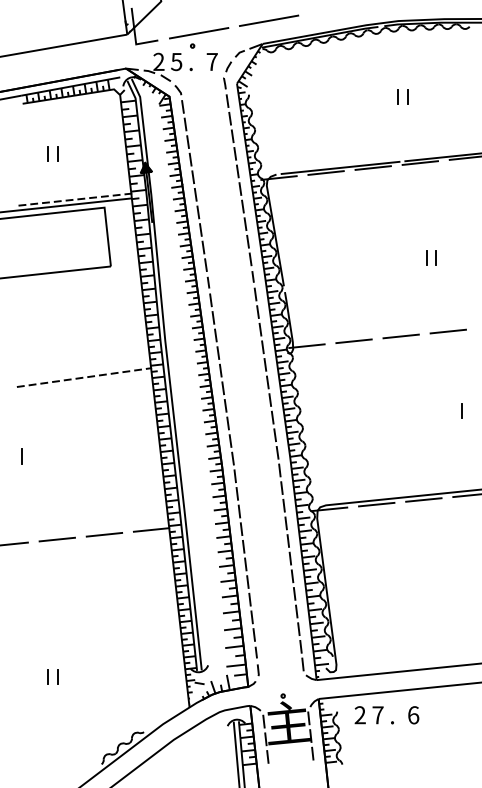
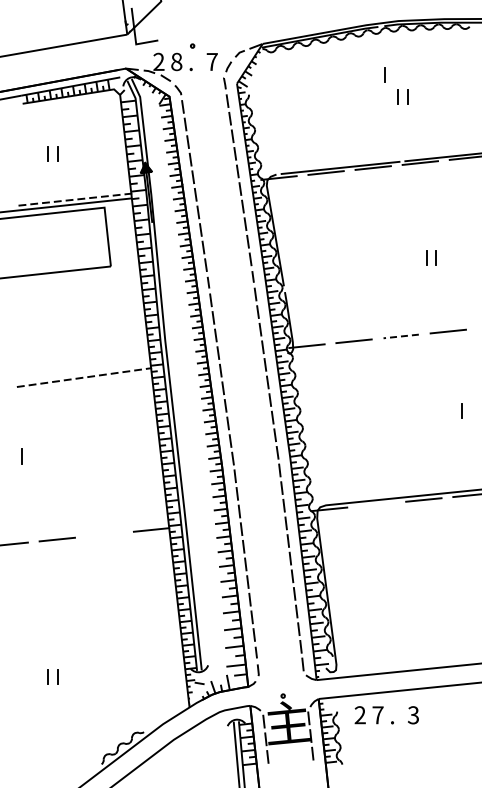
line at (268, 20): present -> none
line at (199, 33): present -> none
text at (176, 61): 5 -> 8
line at (384, 74): none -> present
line at (401, 336): solid -> dashed
line at (376, 504): present -> none
line at (104, 534): present -> none
text at (413, 715): 6 -> 3
